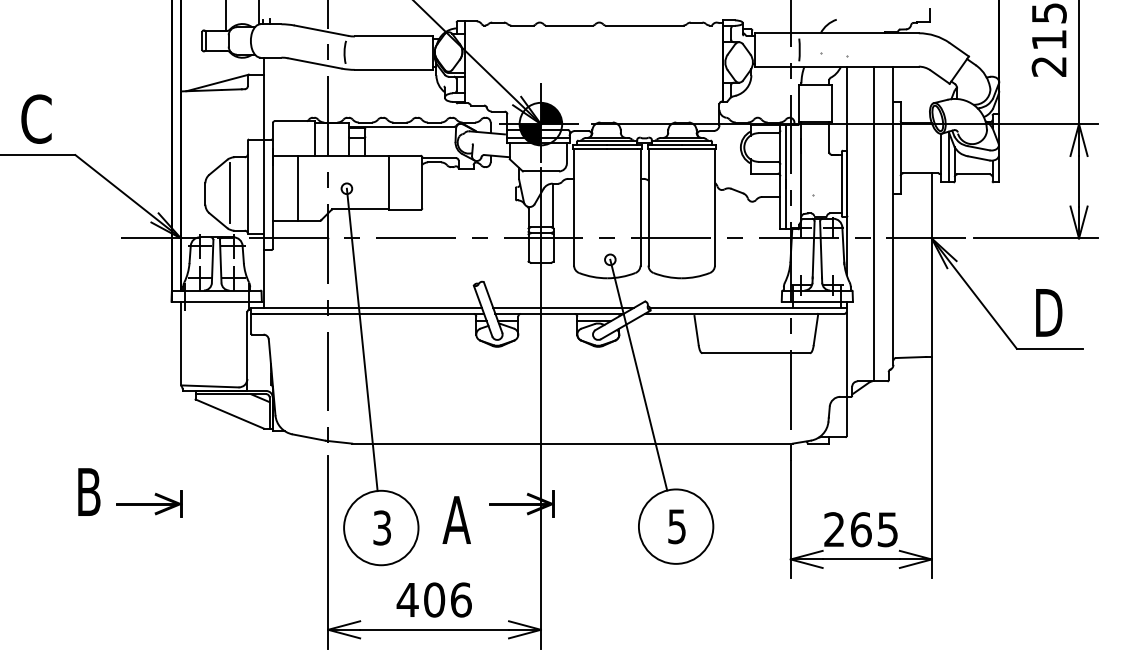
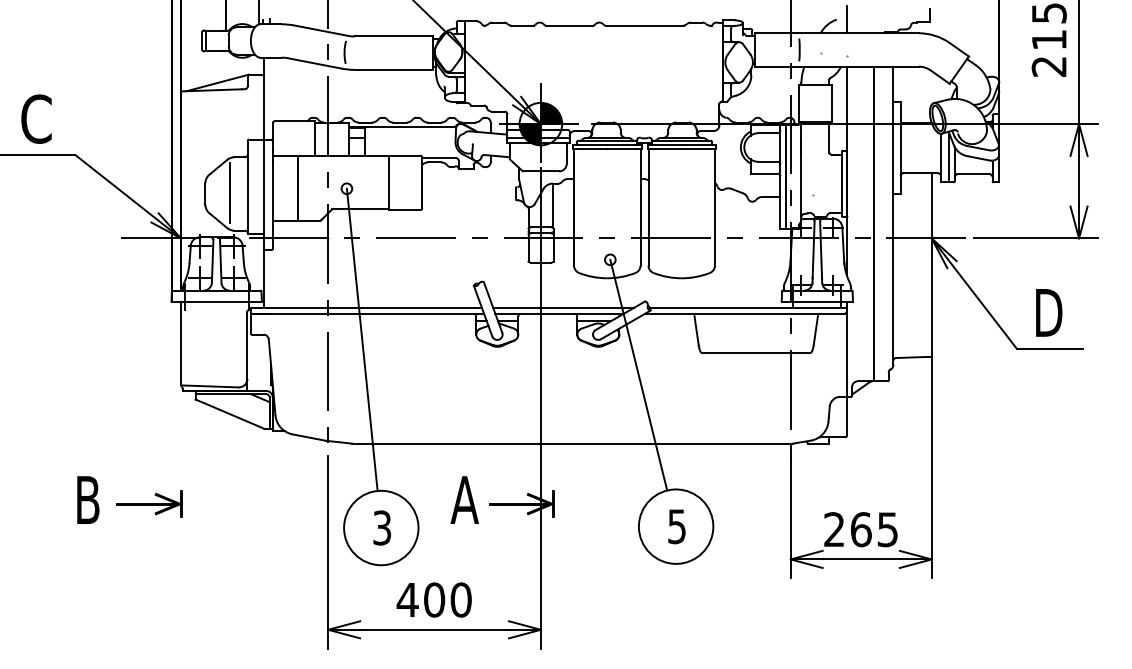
line at (846, 19): none -> present
text at (89, 491) position: (89, 491) -> (88, 499)
text at (456, 519) position: (456, 519) -> (464, 499)
text at (460, 599): 406 -> 400
